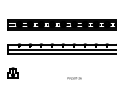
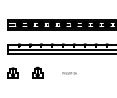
part at (37, 72): none -> present
text at (74, 78) position: (74, 78) -> (69, 73)
